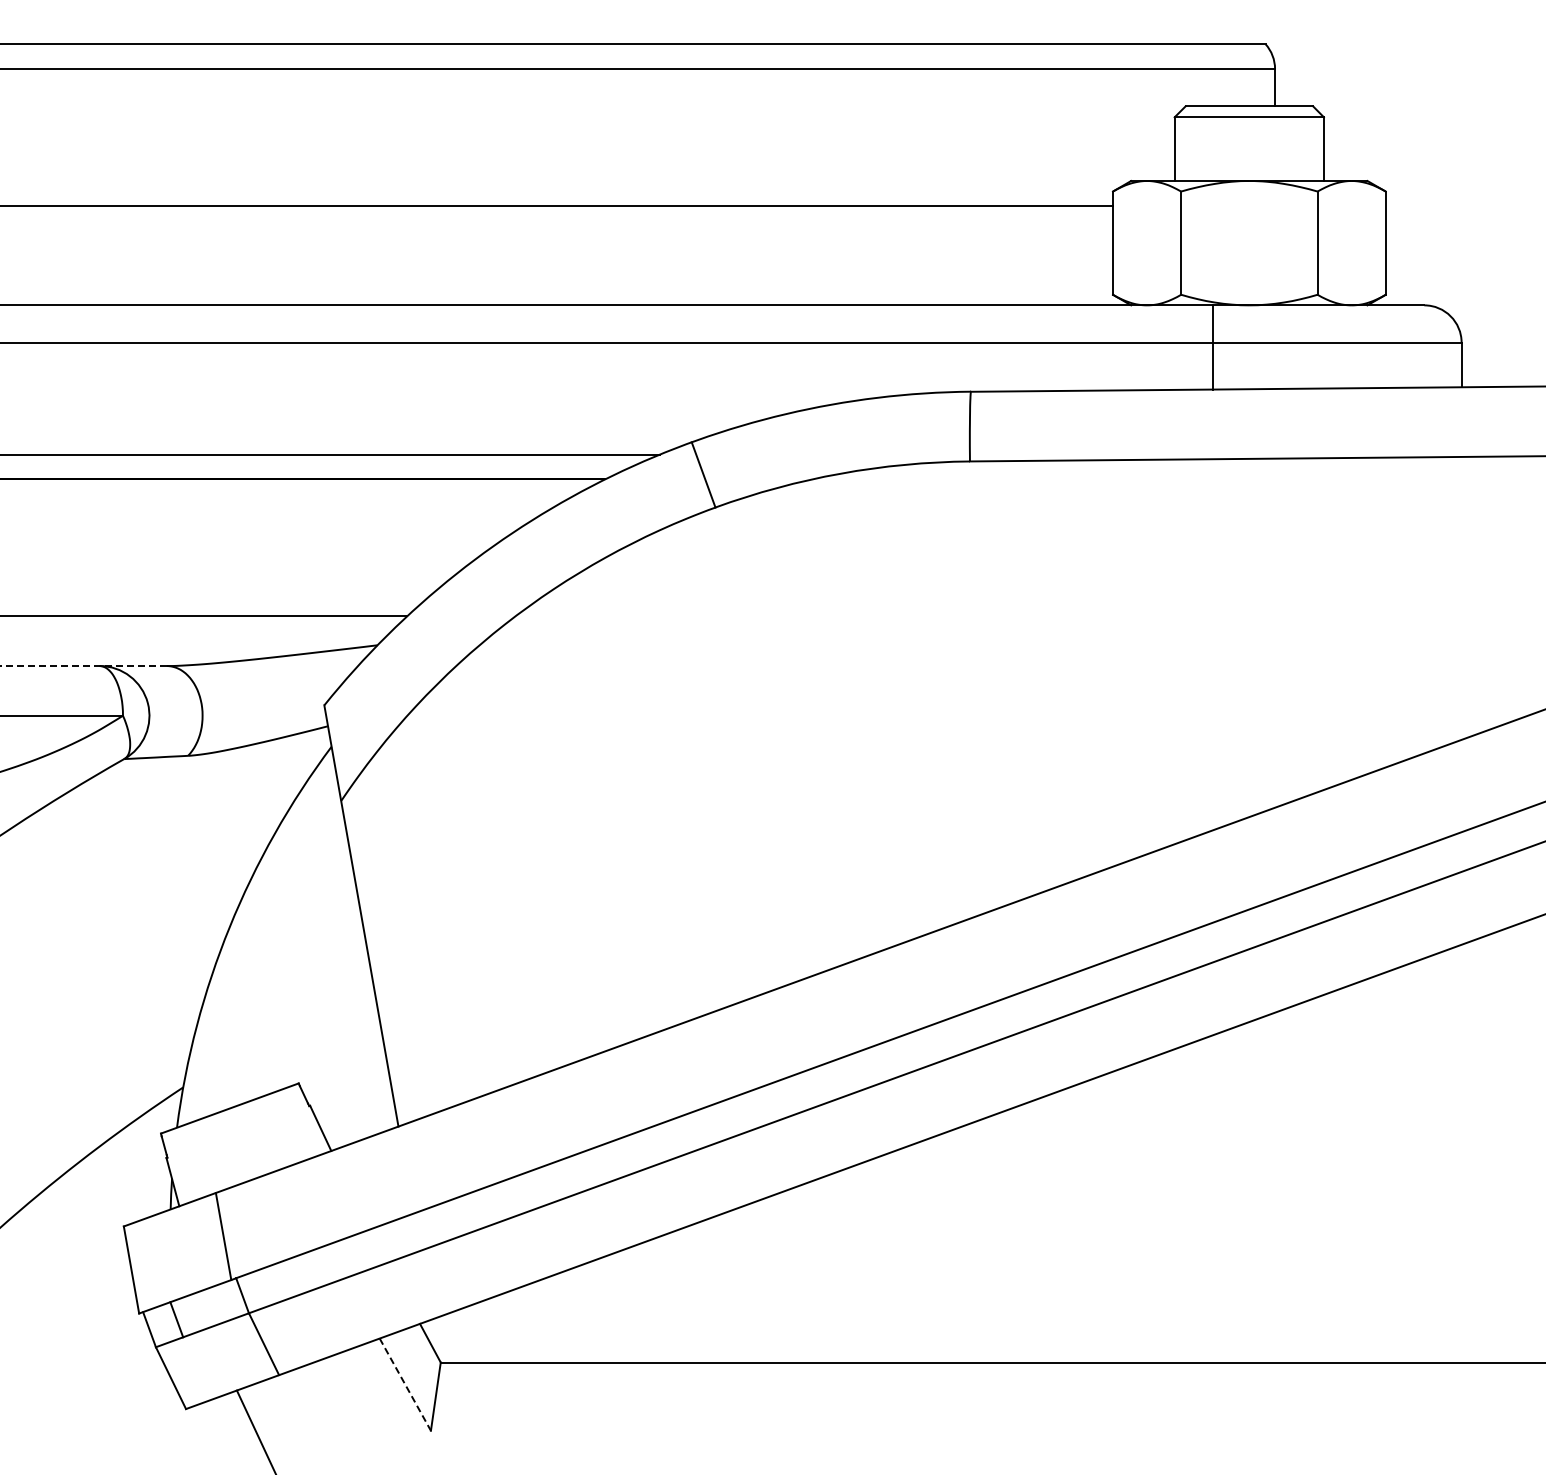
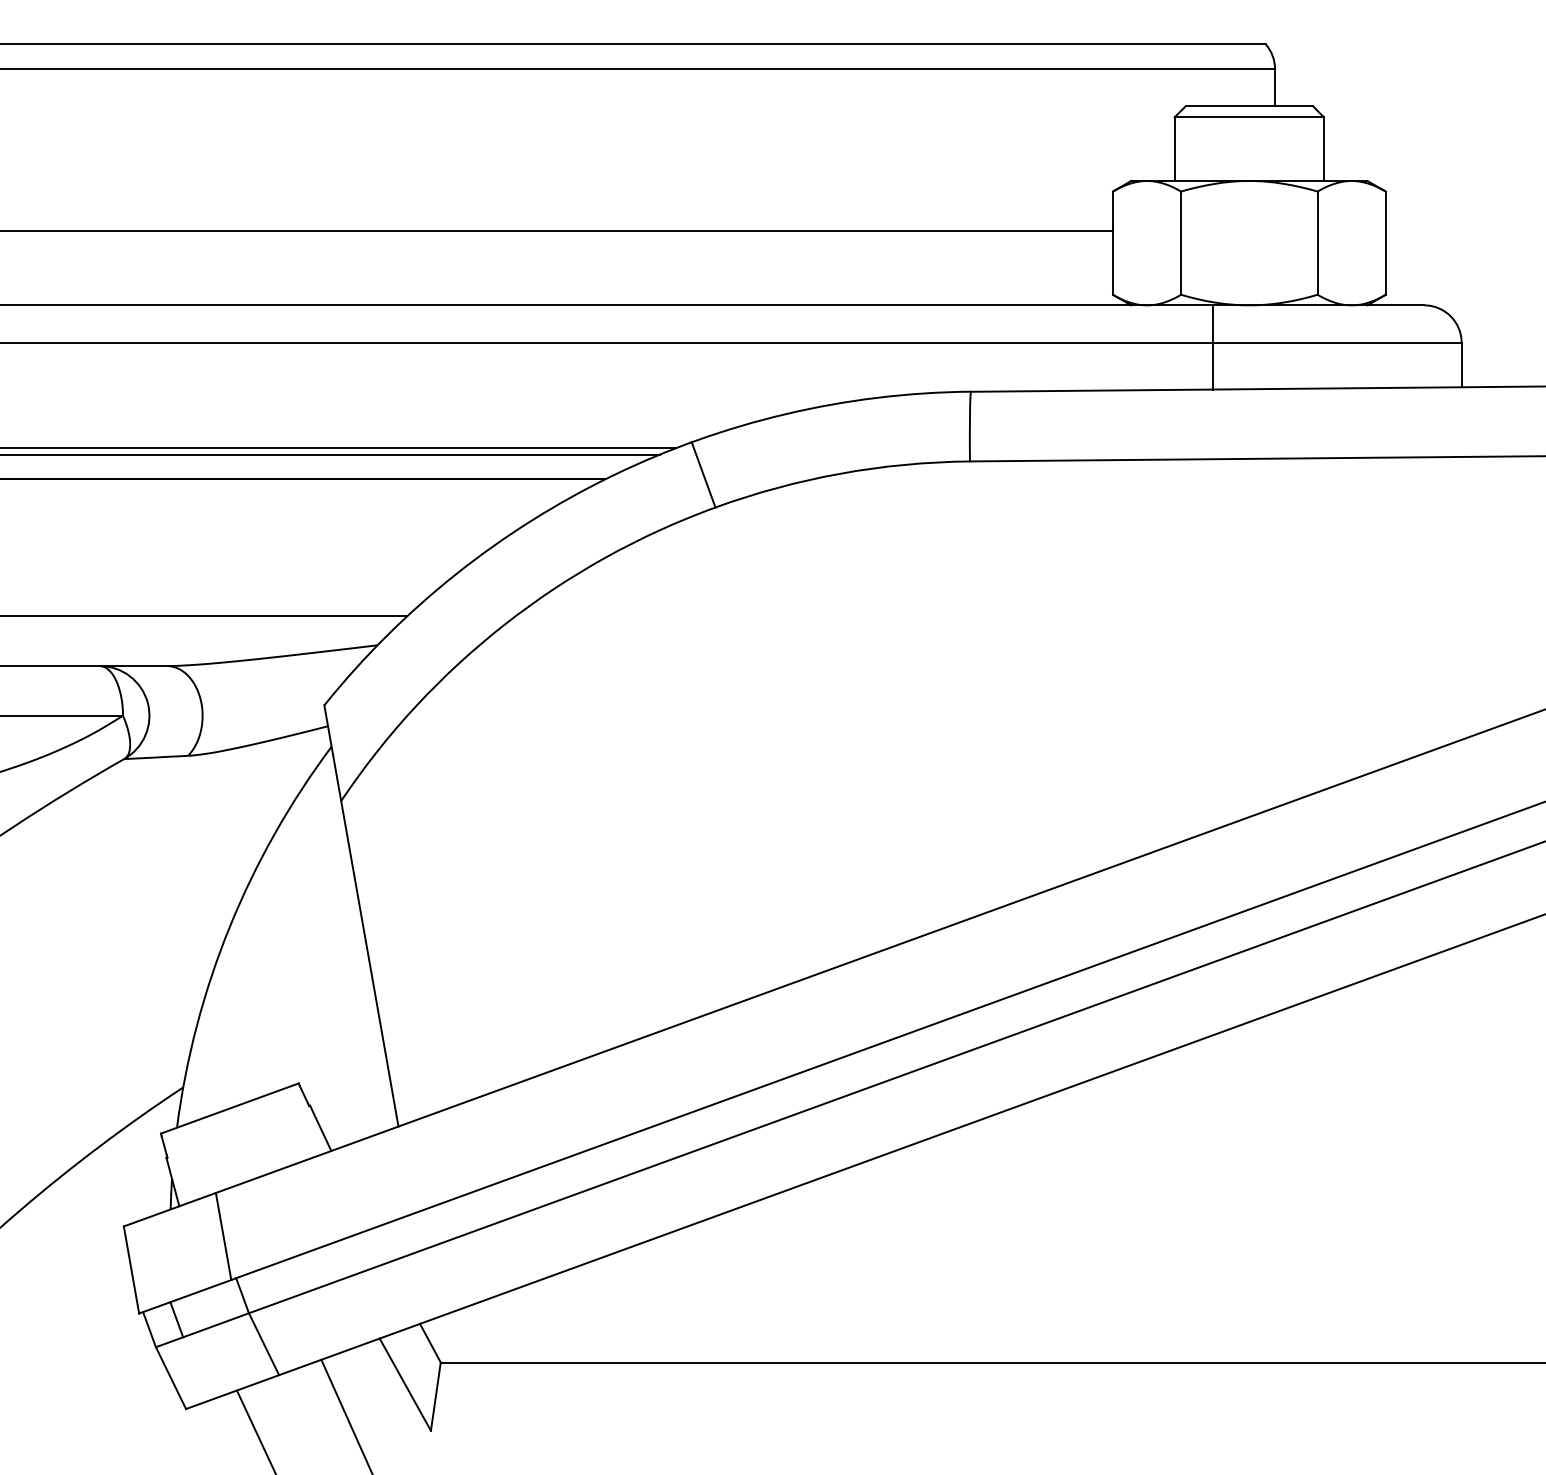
line at (557, 205) position: (557, 205) -> (557, 230)
line at (338, 448): none -> present
line at (82, 666): dashed -> solid
line at (405, 1384): dashed -> solid
line at (346, 1415): none -> present
